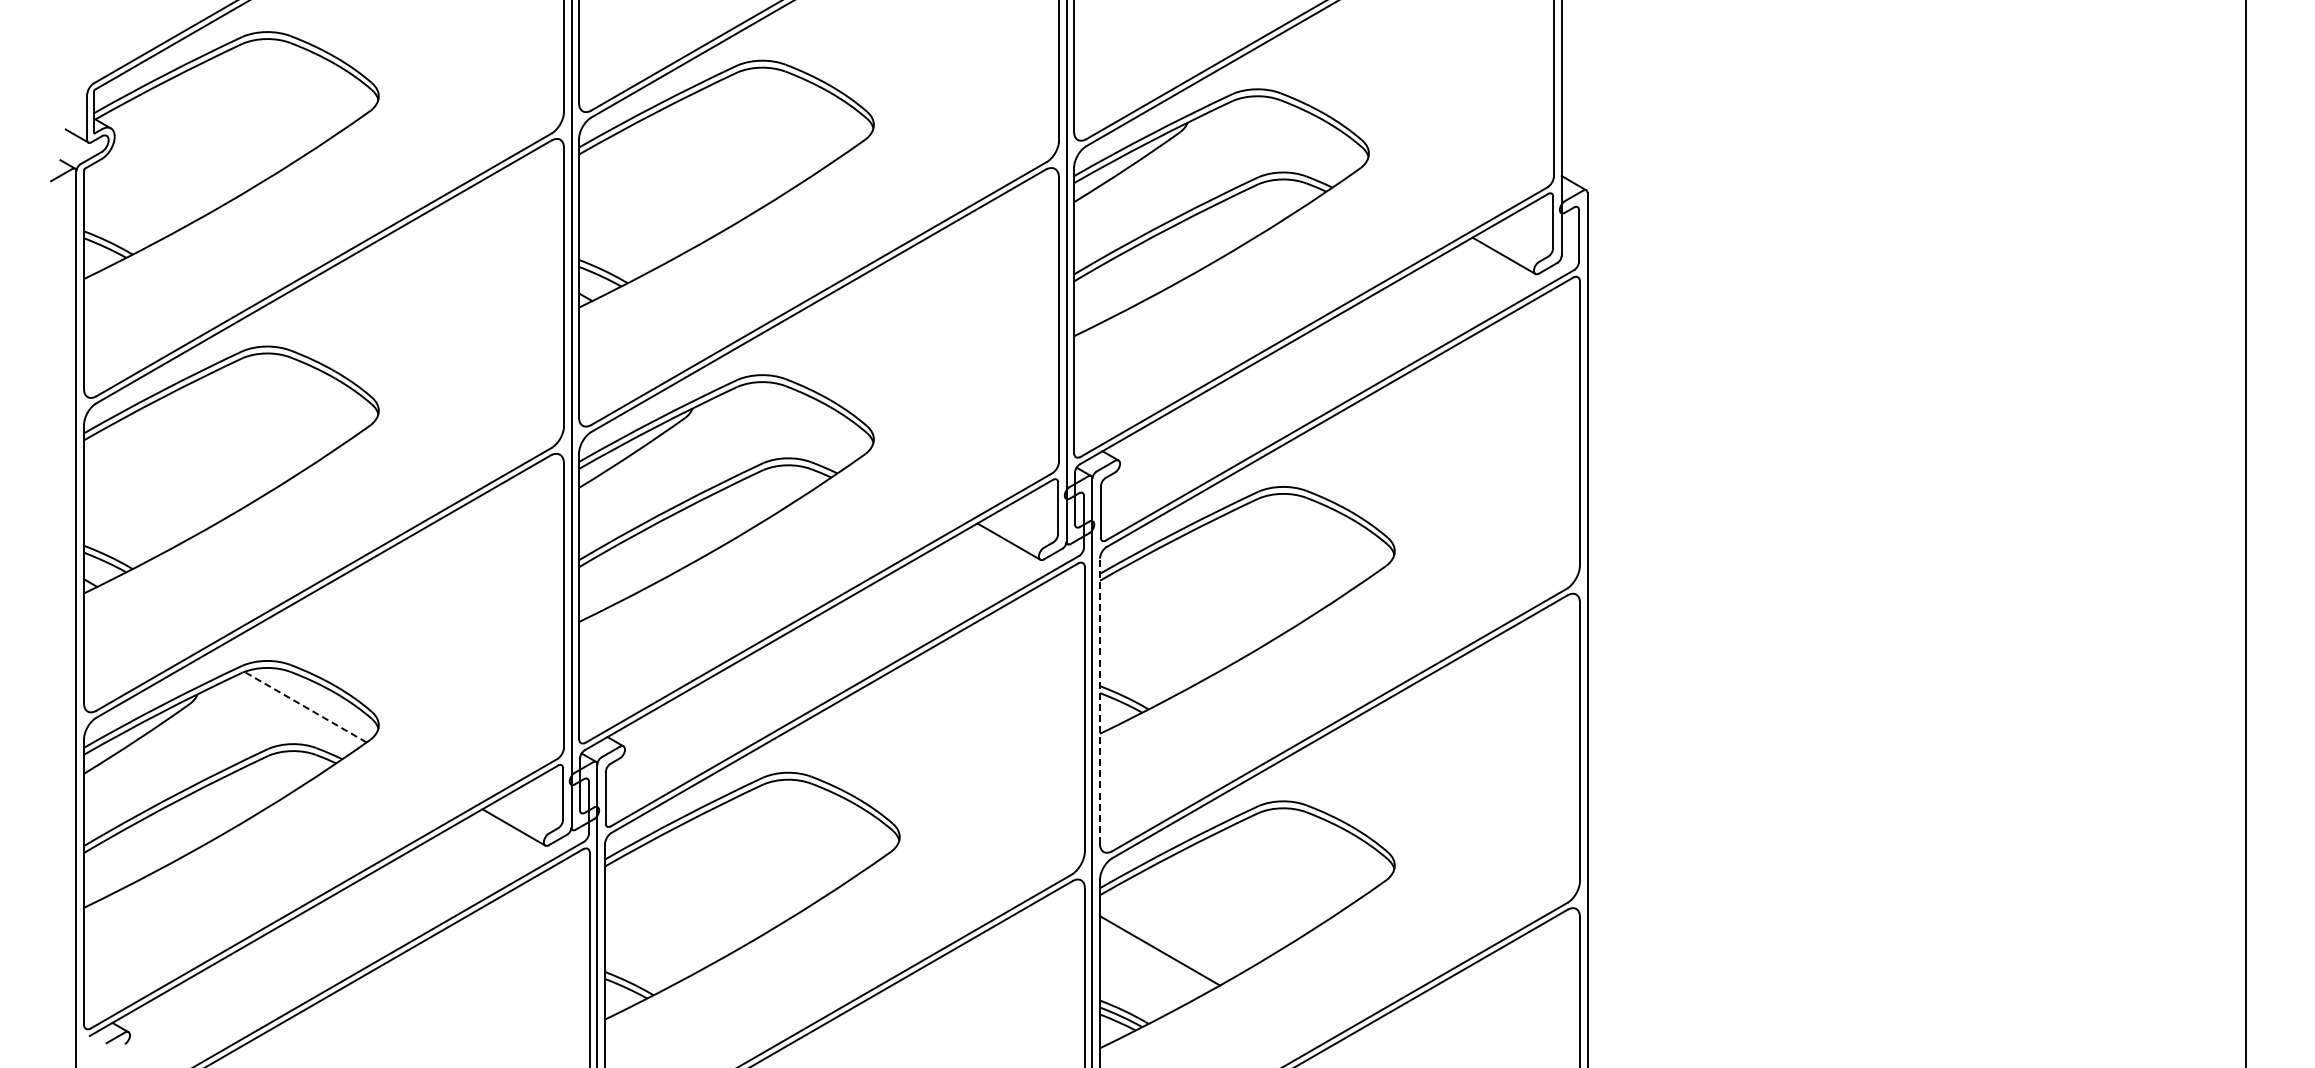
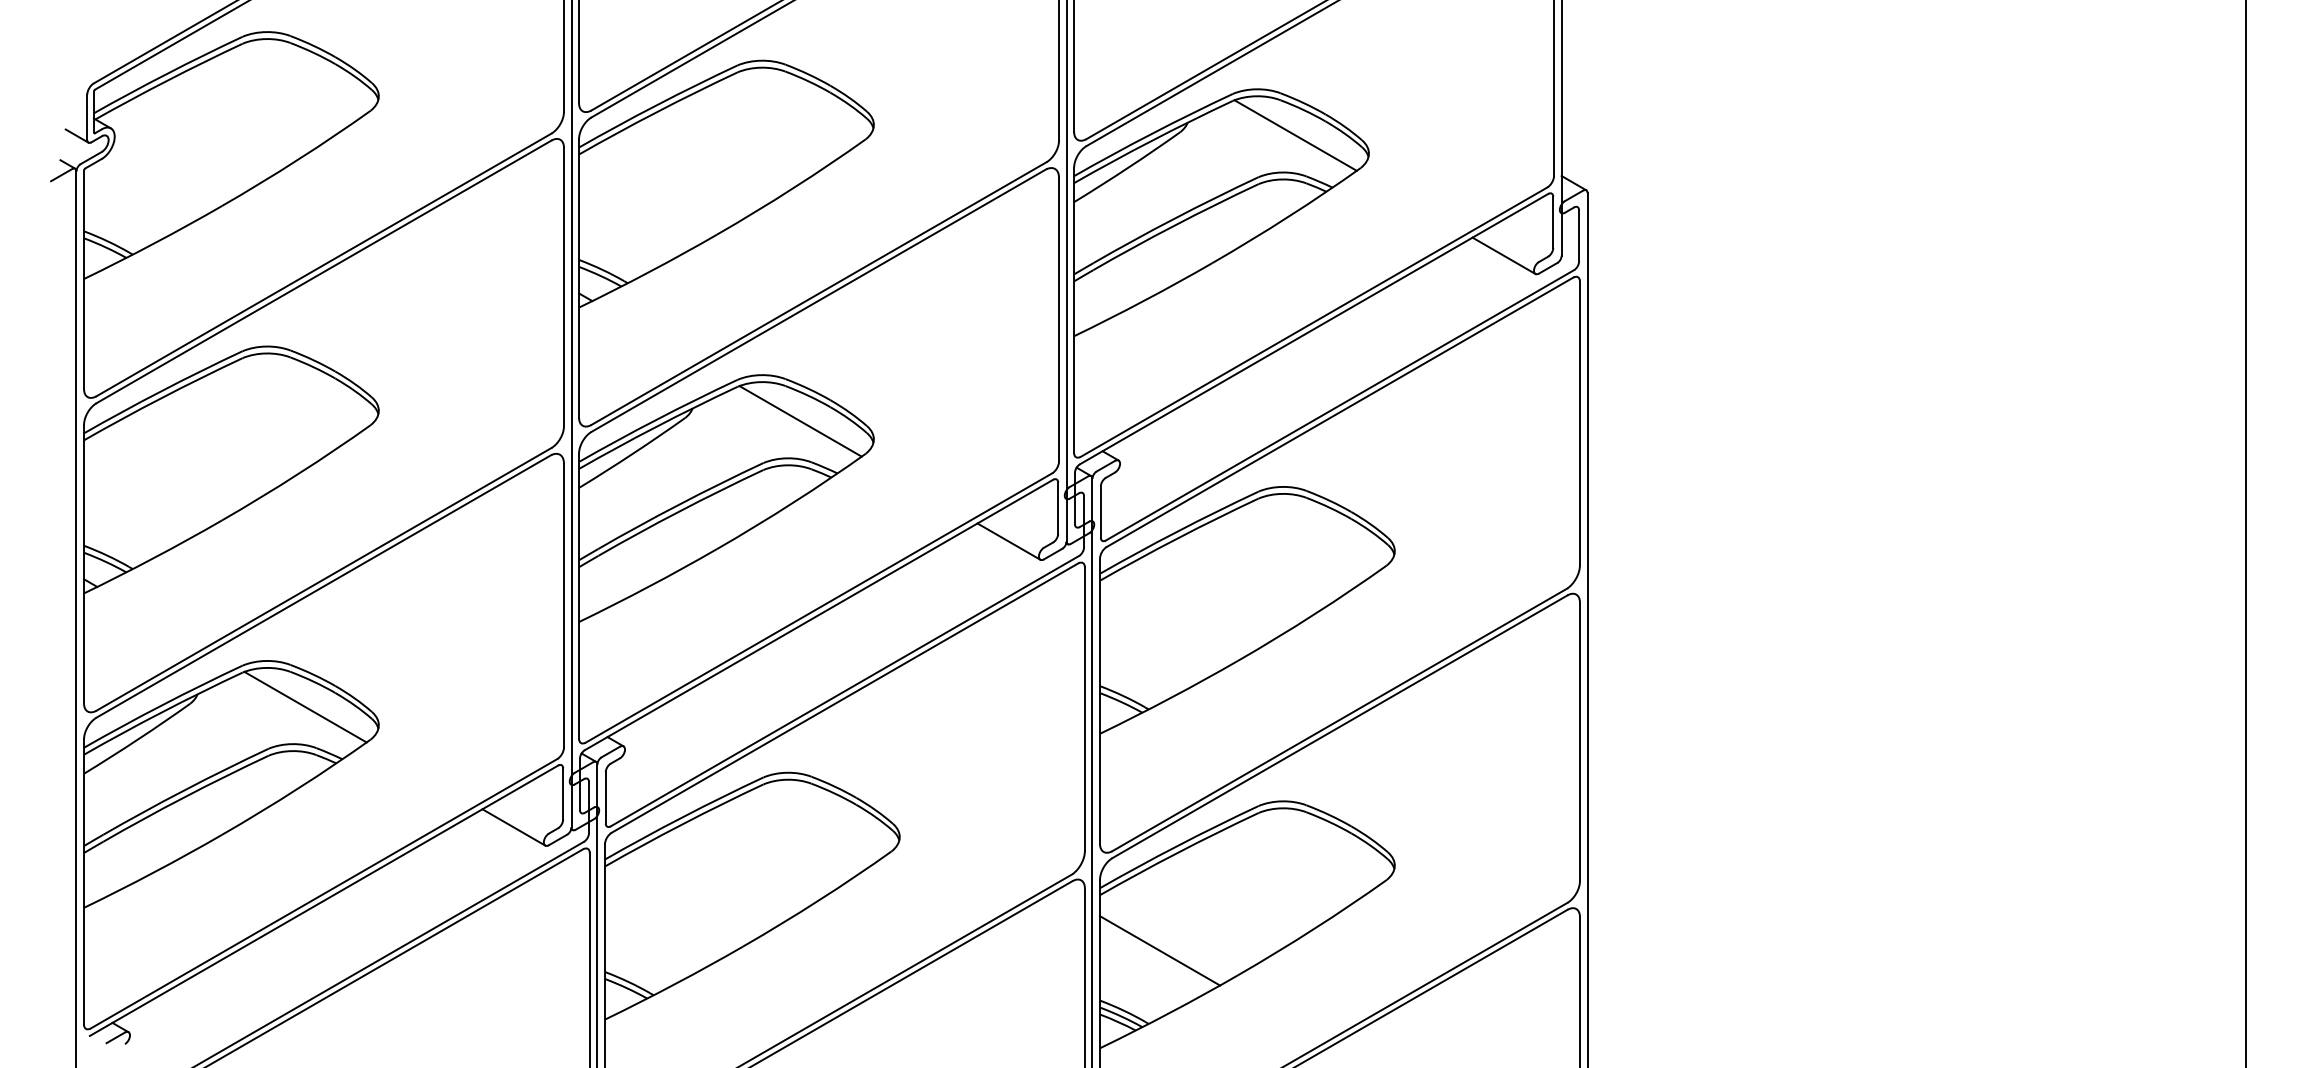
line at (1295, 135): none -> present
line at (800, 421): none -> present
line at (1099, 701): dashed -> solid
line at (305, 707): dashed -> solid
